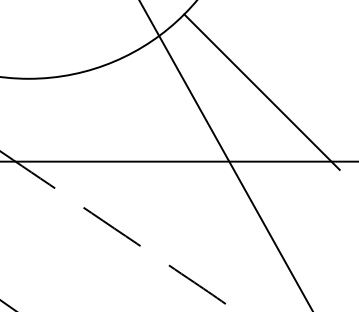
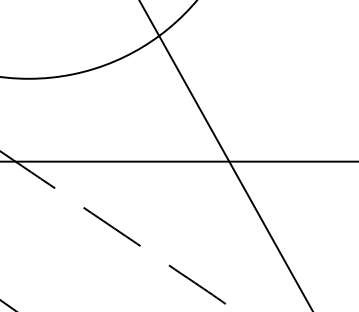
line at (261, 91): present -> none
